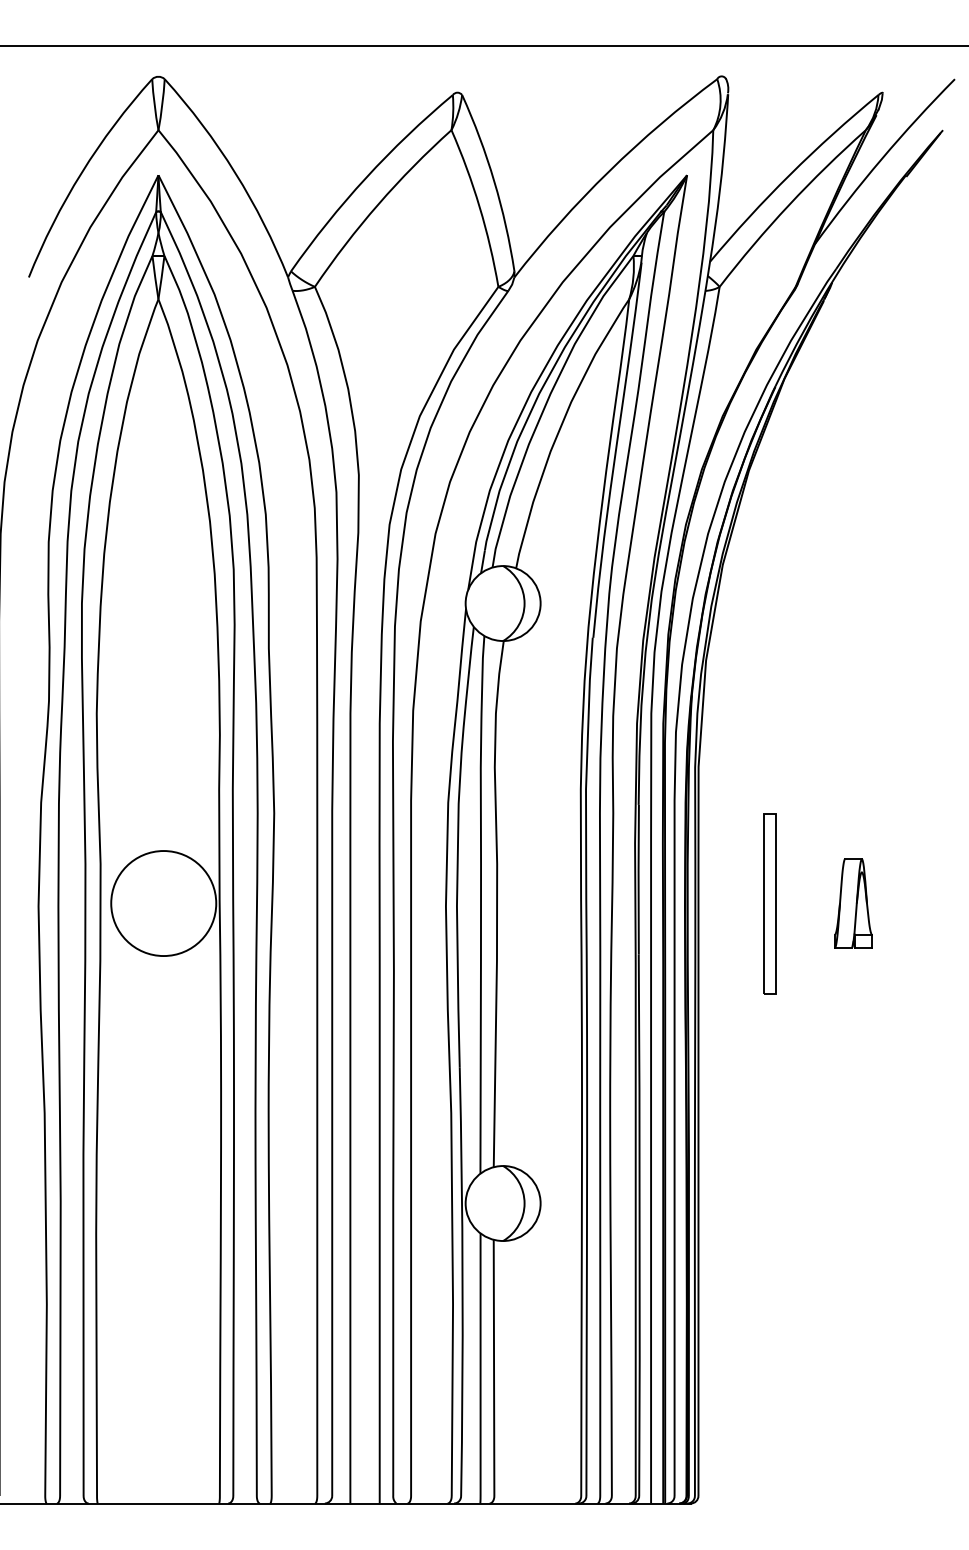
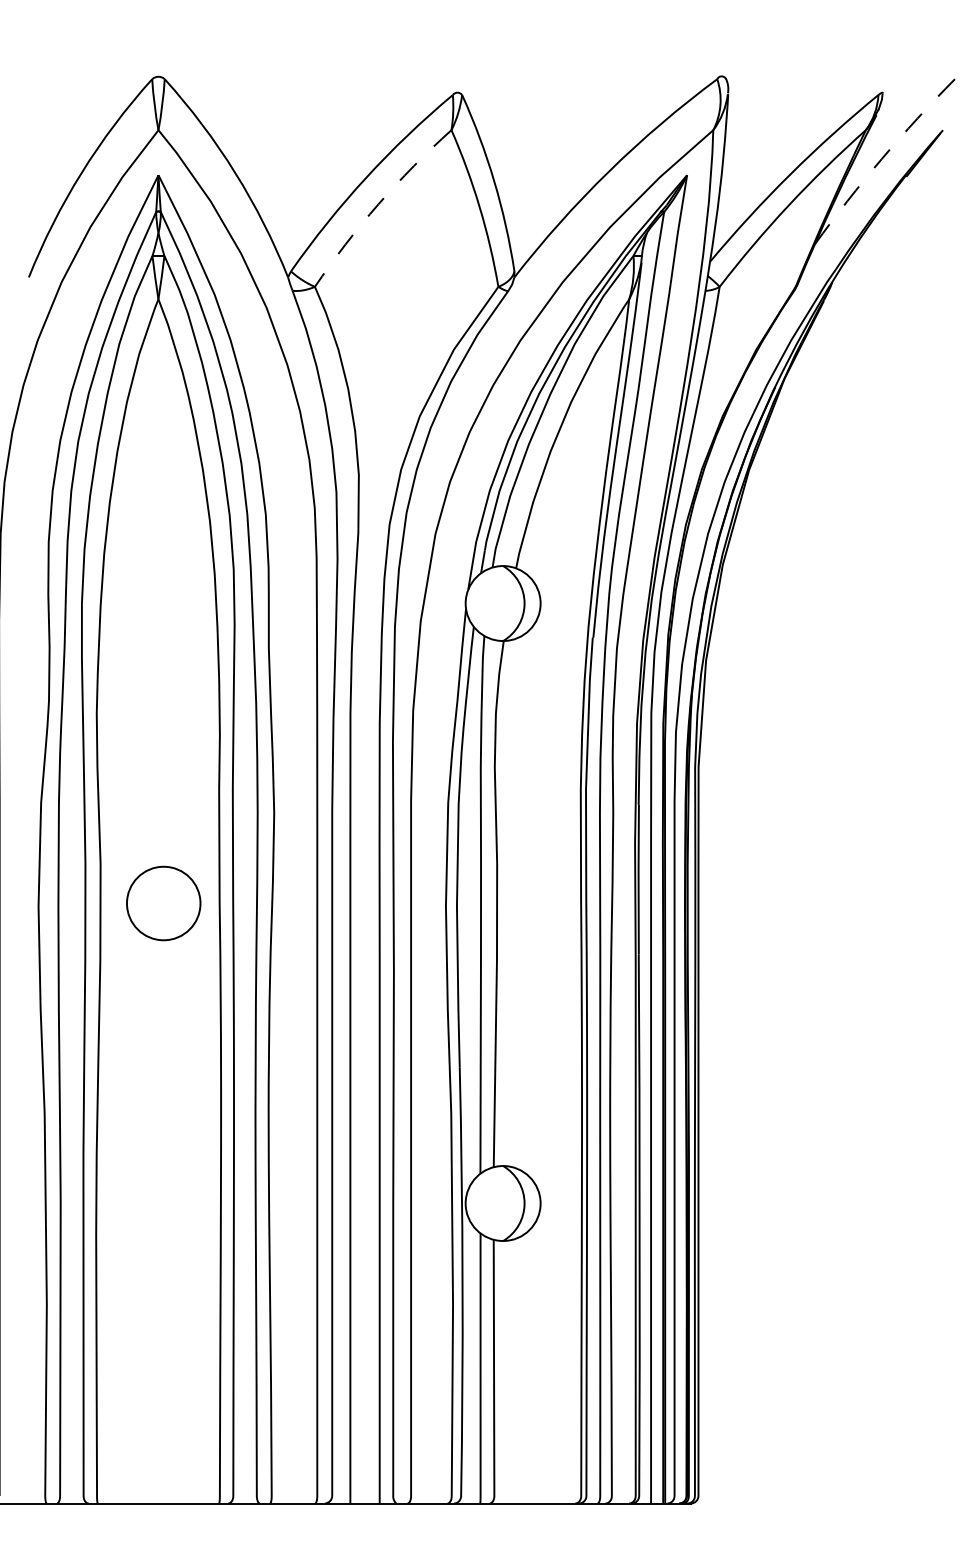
line at (483, 46): present -> none
arc at (881, 159): solid -> dashed
arc at (378, 204): solid -> dashed
circle at (163, 903) diameter: 105 px -> 74 px
part at (769, 903): present -> none
part at (853, 903): present -> none
